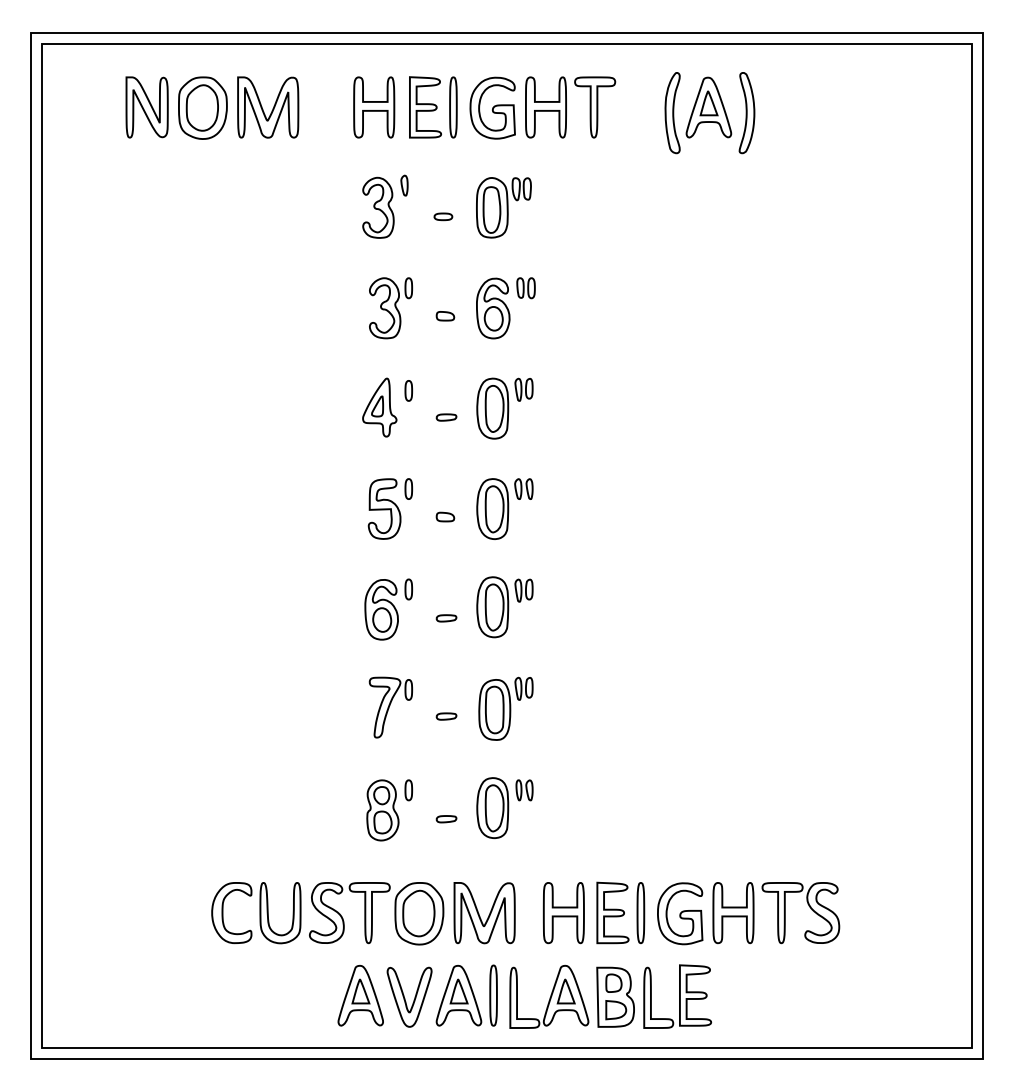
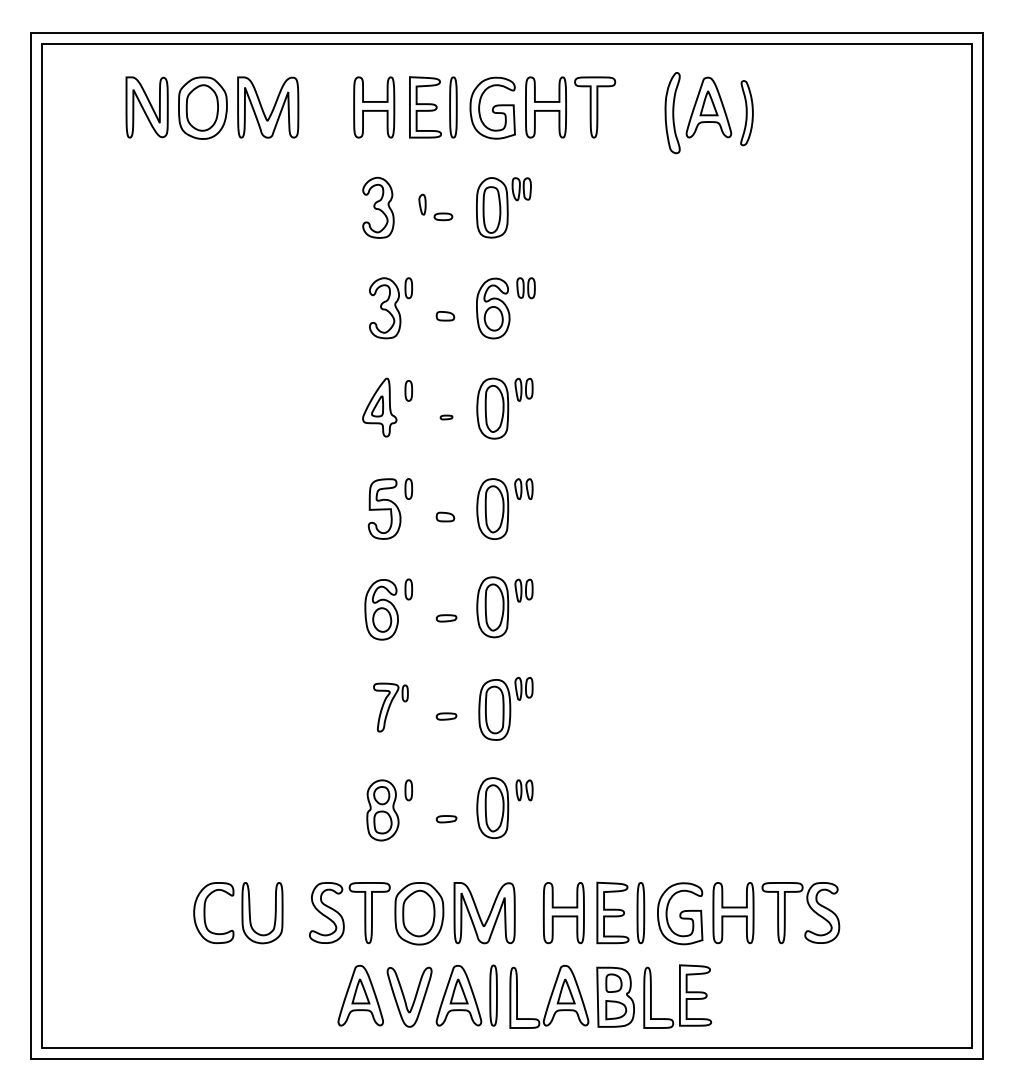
part at (746, 113) size: 18x83 px -> 14x67 px
part at (404, 185) position: (404, 185) -> (422, 204)
part at (446, 417) size: 23x9 px -> 15x7 px
part at (390, 707) size: 46x63 px -> 36x51 px
part at (256, 913) position: (256, 913) -> (238, 913)
